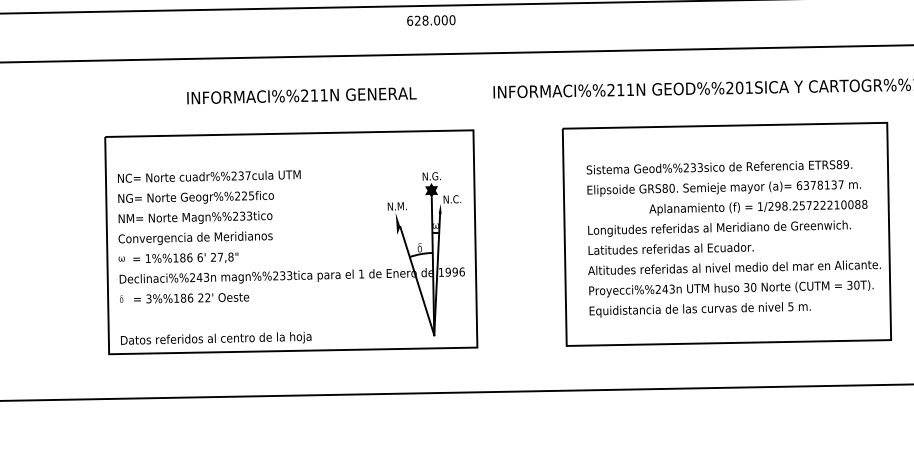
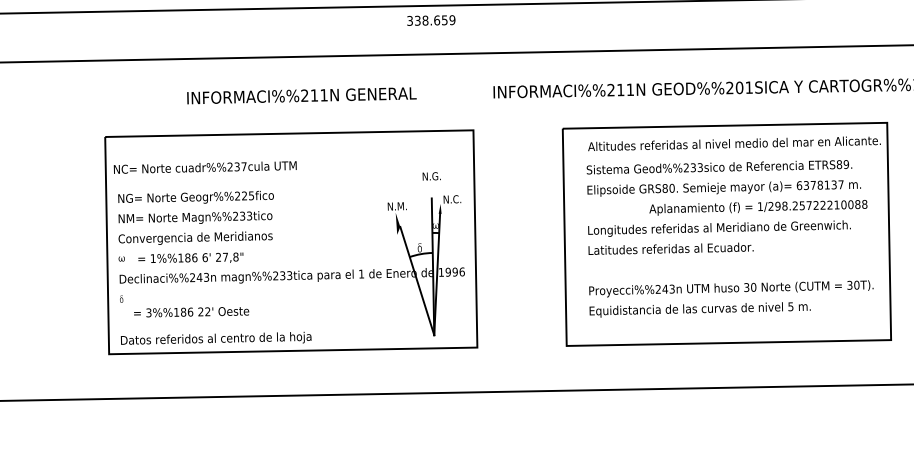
text at (431, 20): 628.000 -> 338.659
text at (208, 176) position: (208, 176) -> (204, 167)
fill at (431, 190): present -> none
text at (185, 257) position: (185, 257) -> (190, 257)
text at (734, 267) position: (734, 267) -> (734, 143)
text at (191, 298) position: (191, 298) -> (191, 312)
